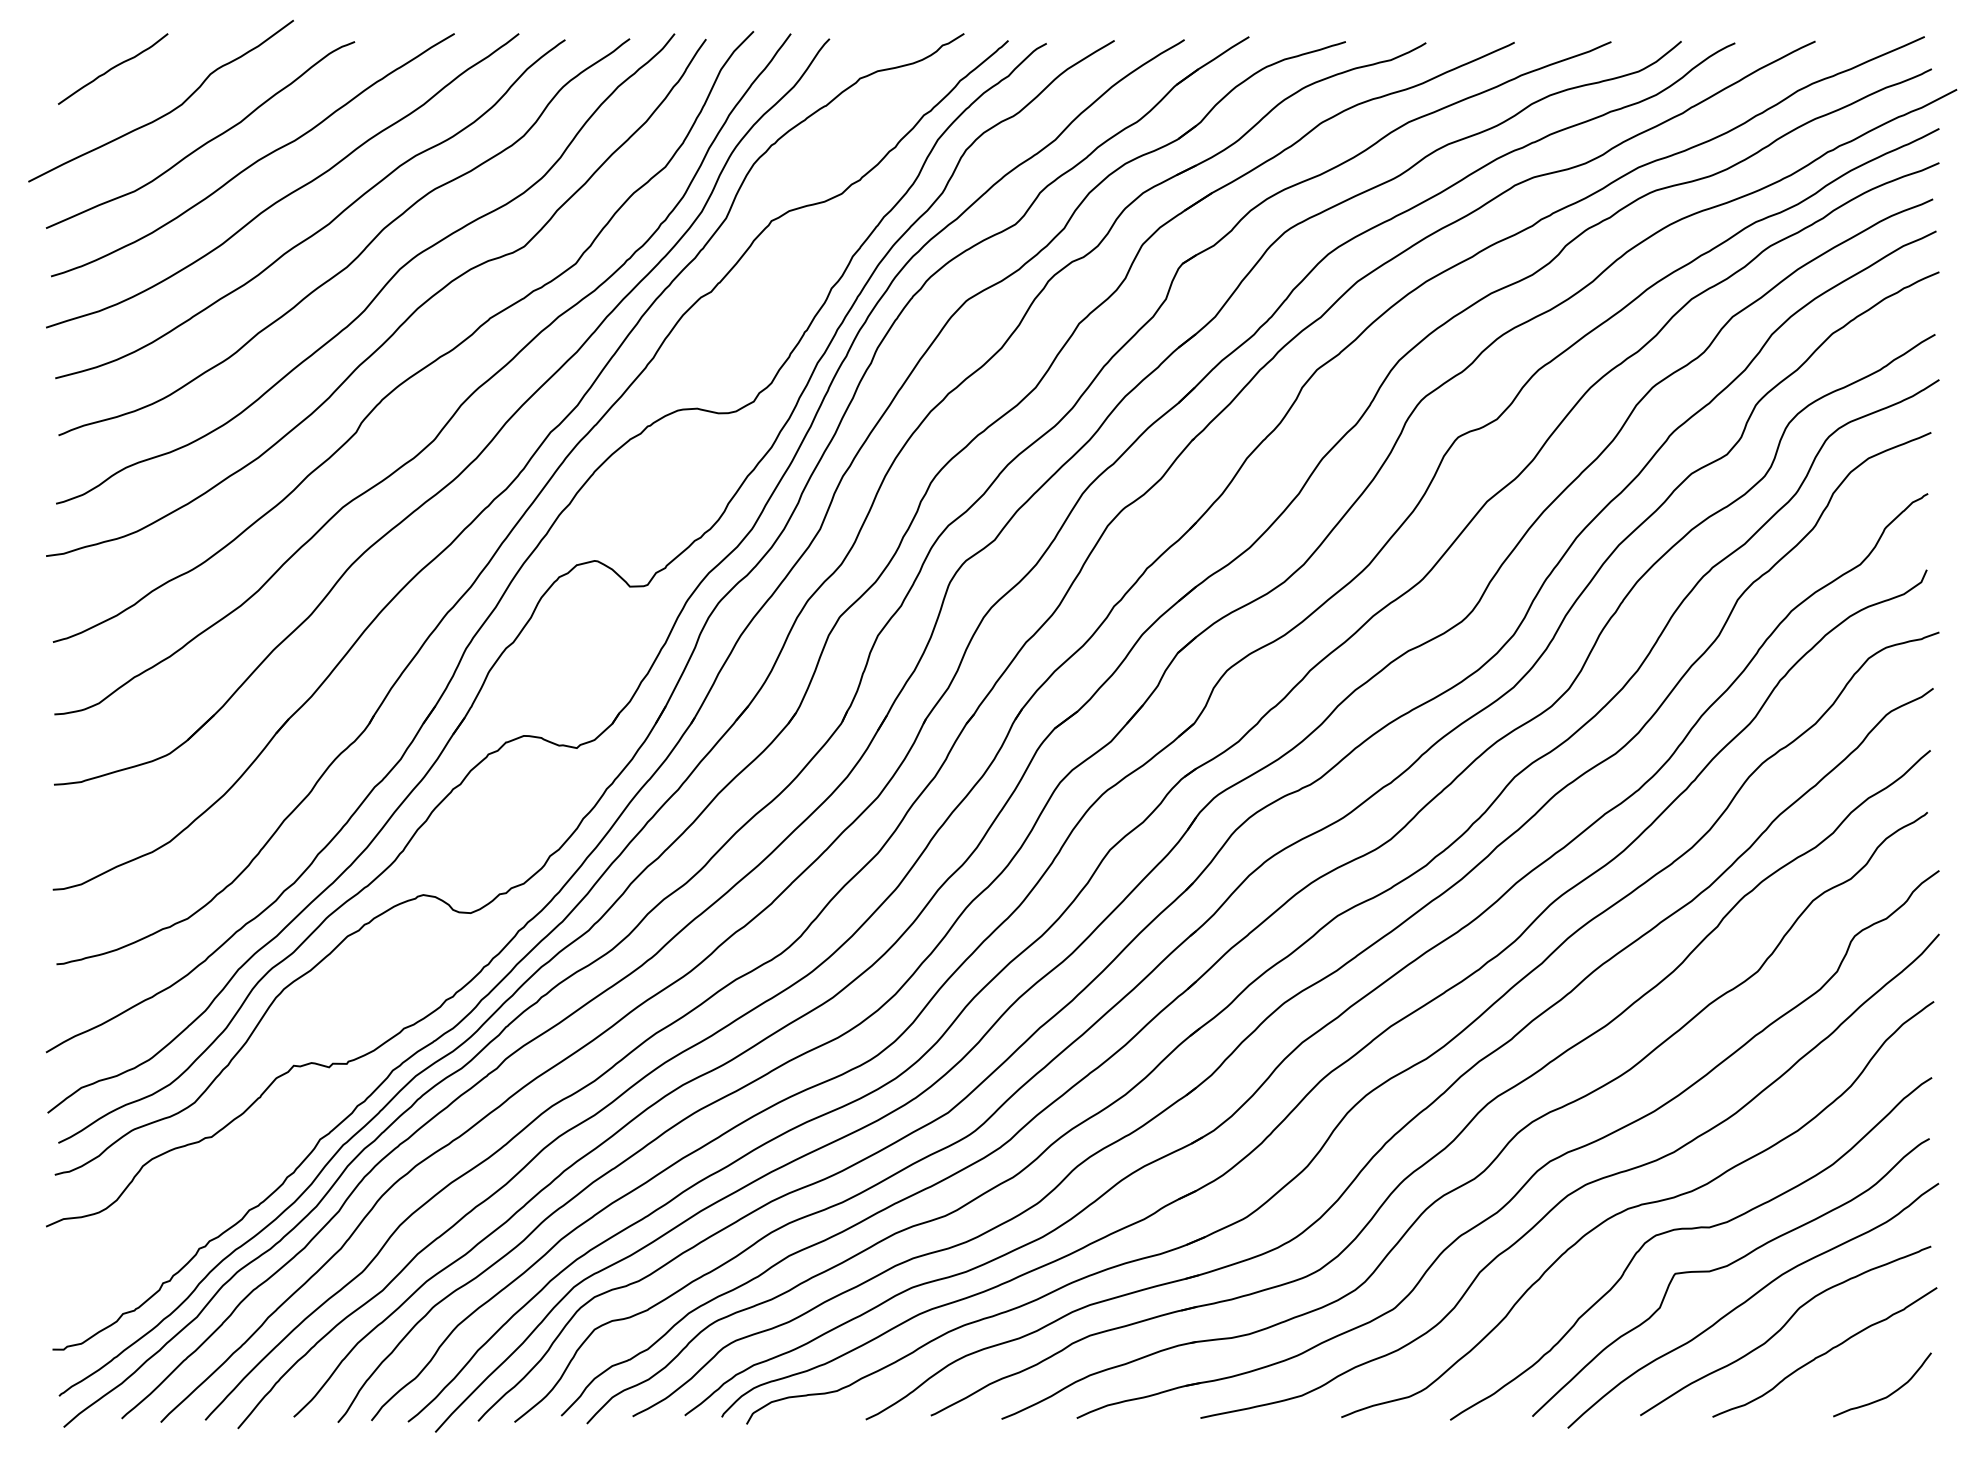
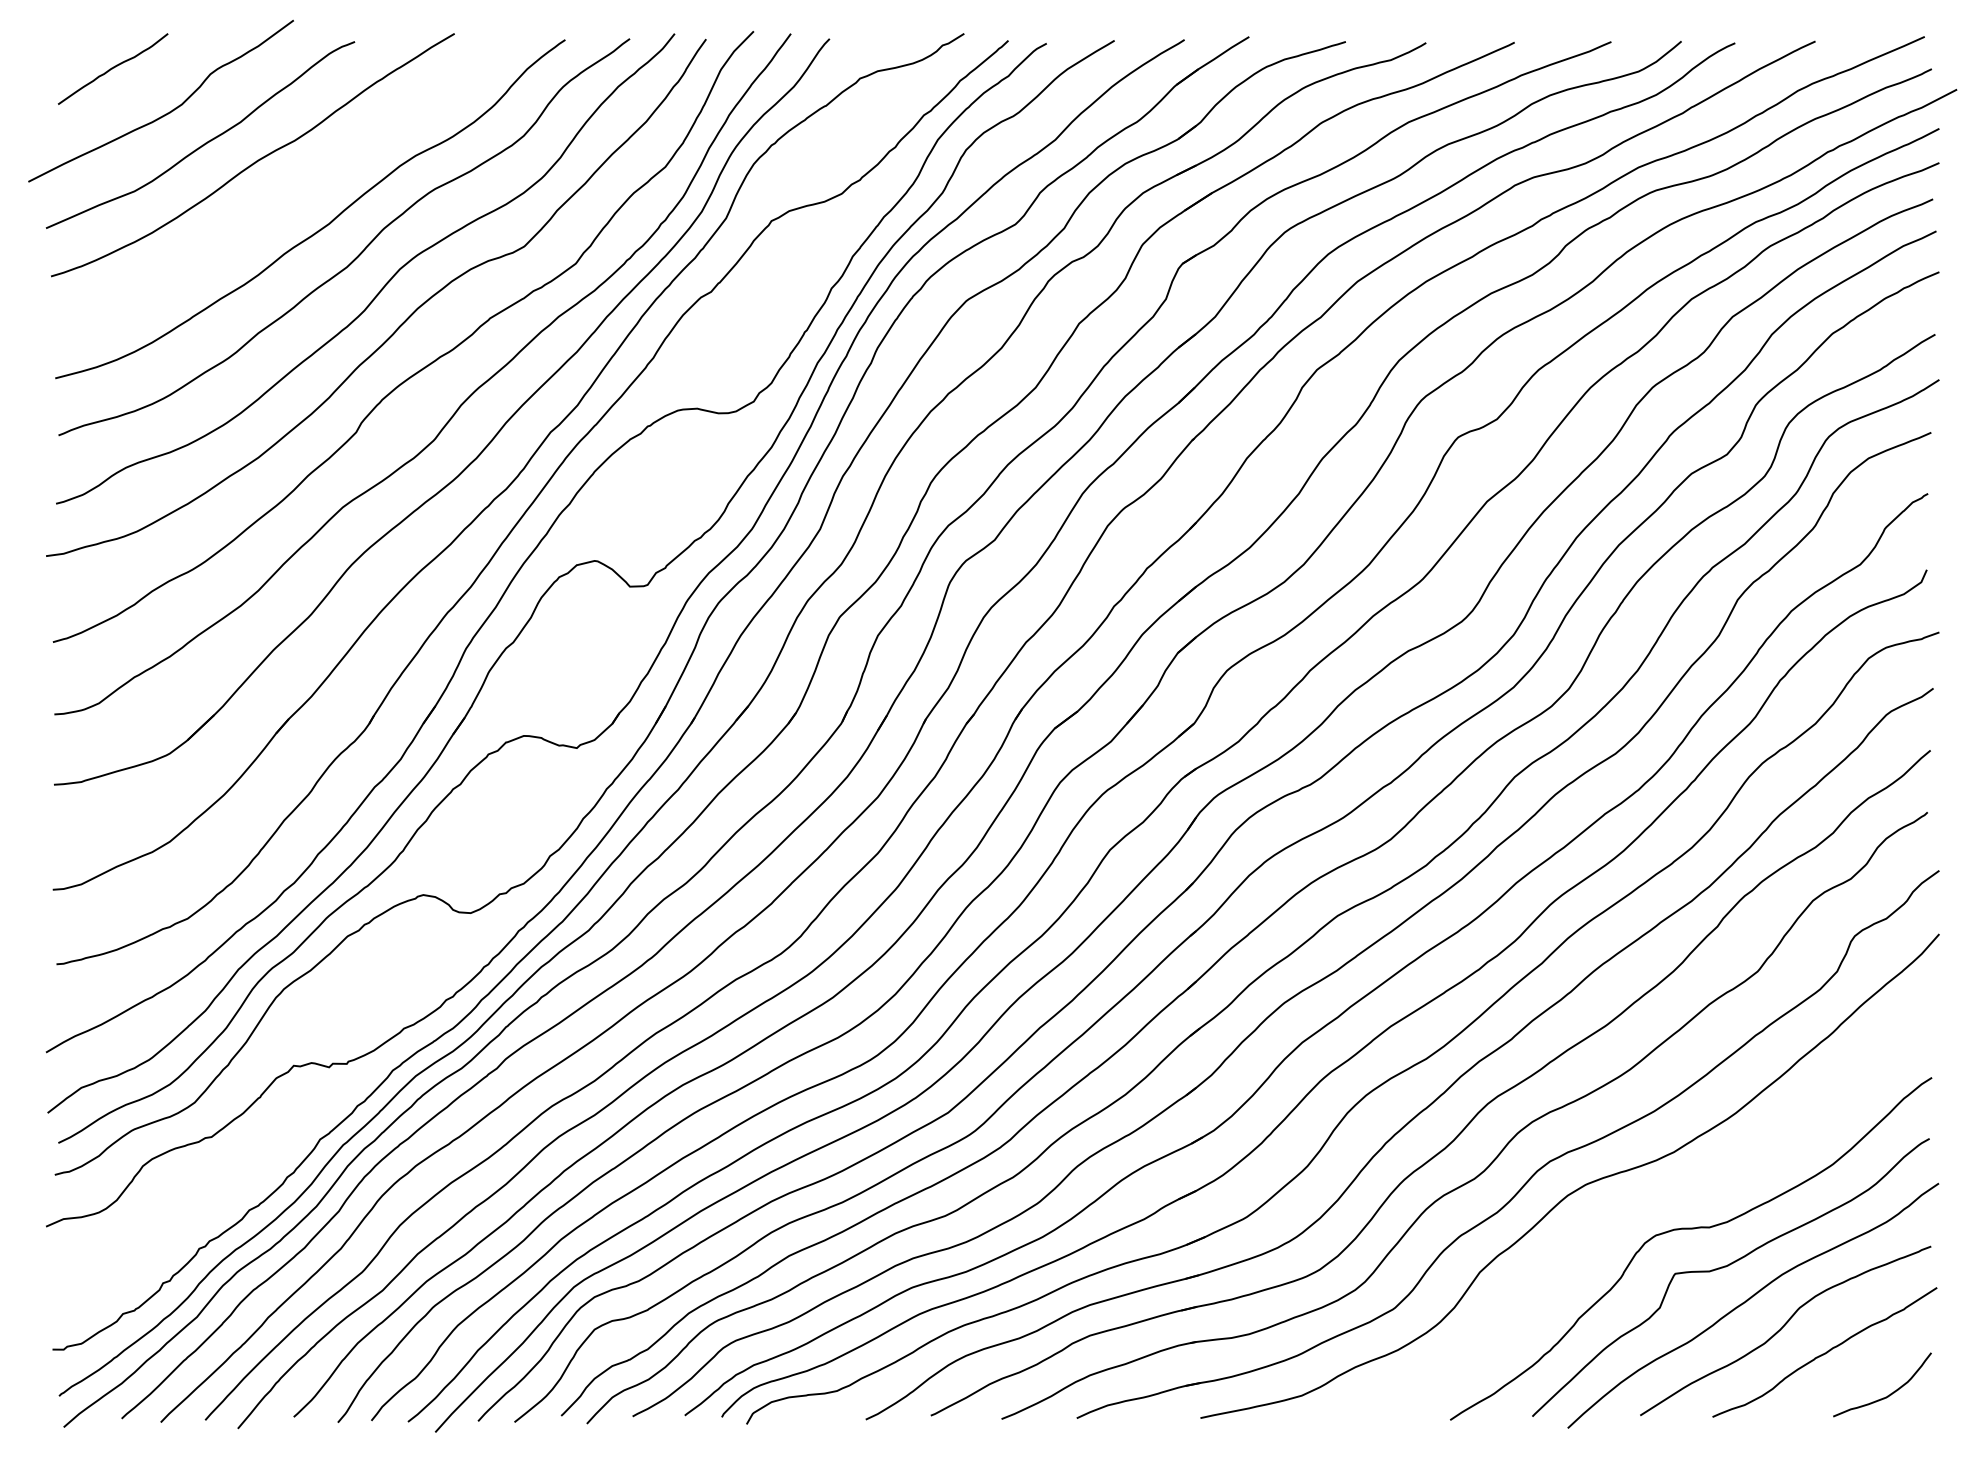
curve at (288, 193): present -> none
curve at (1637, 1207): present -> none
